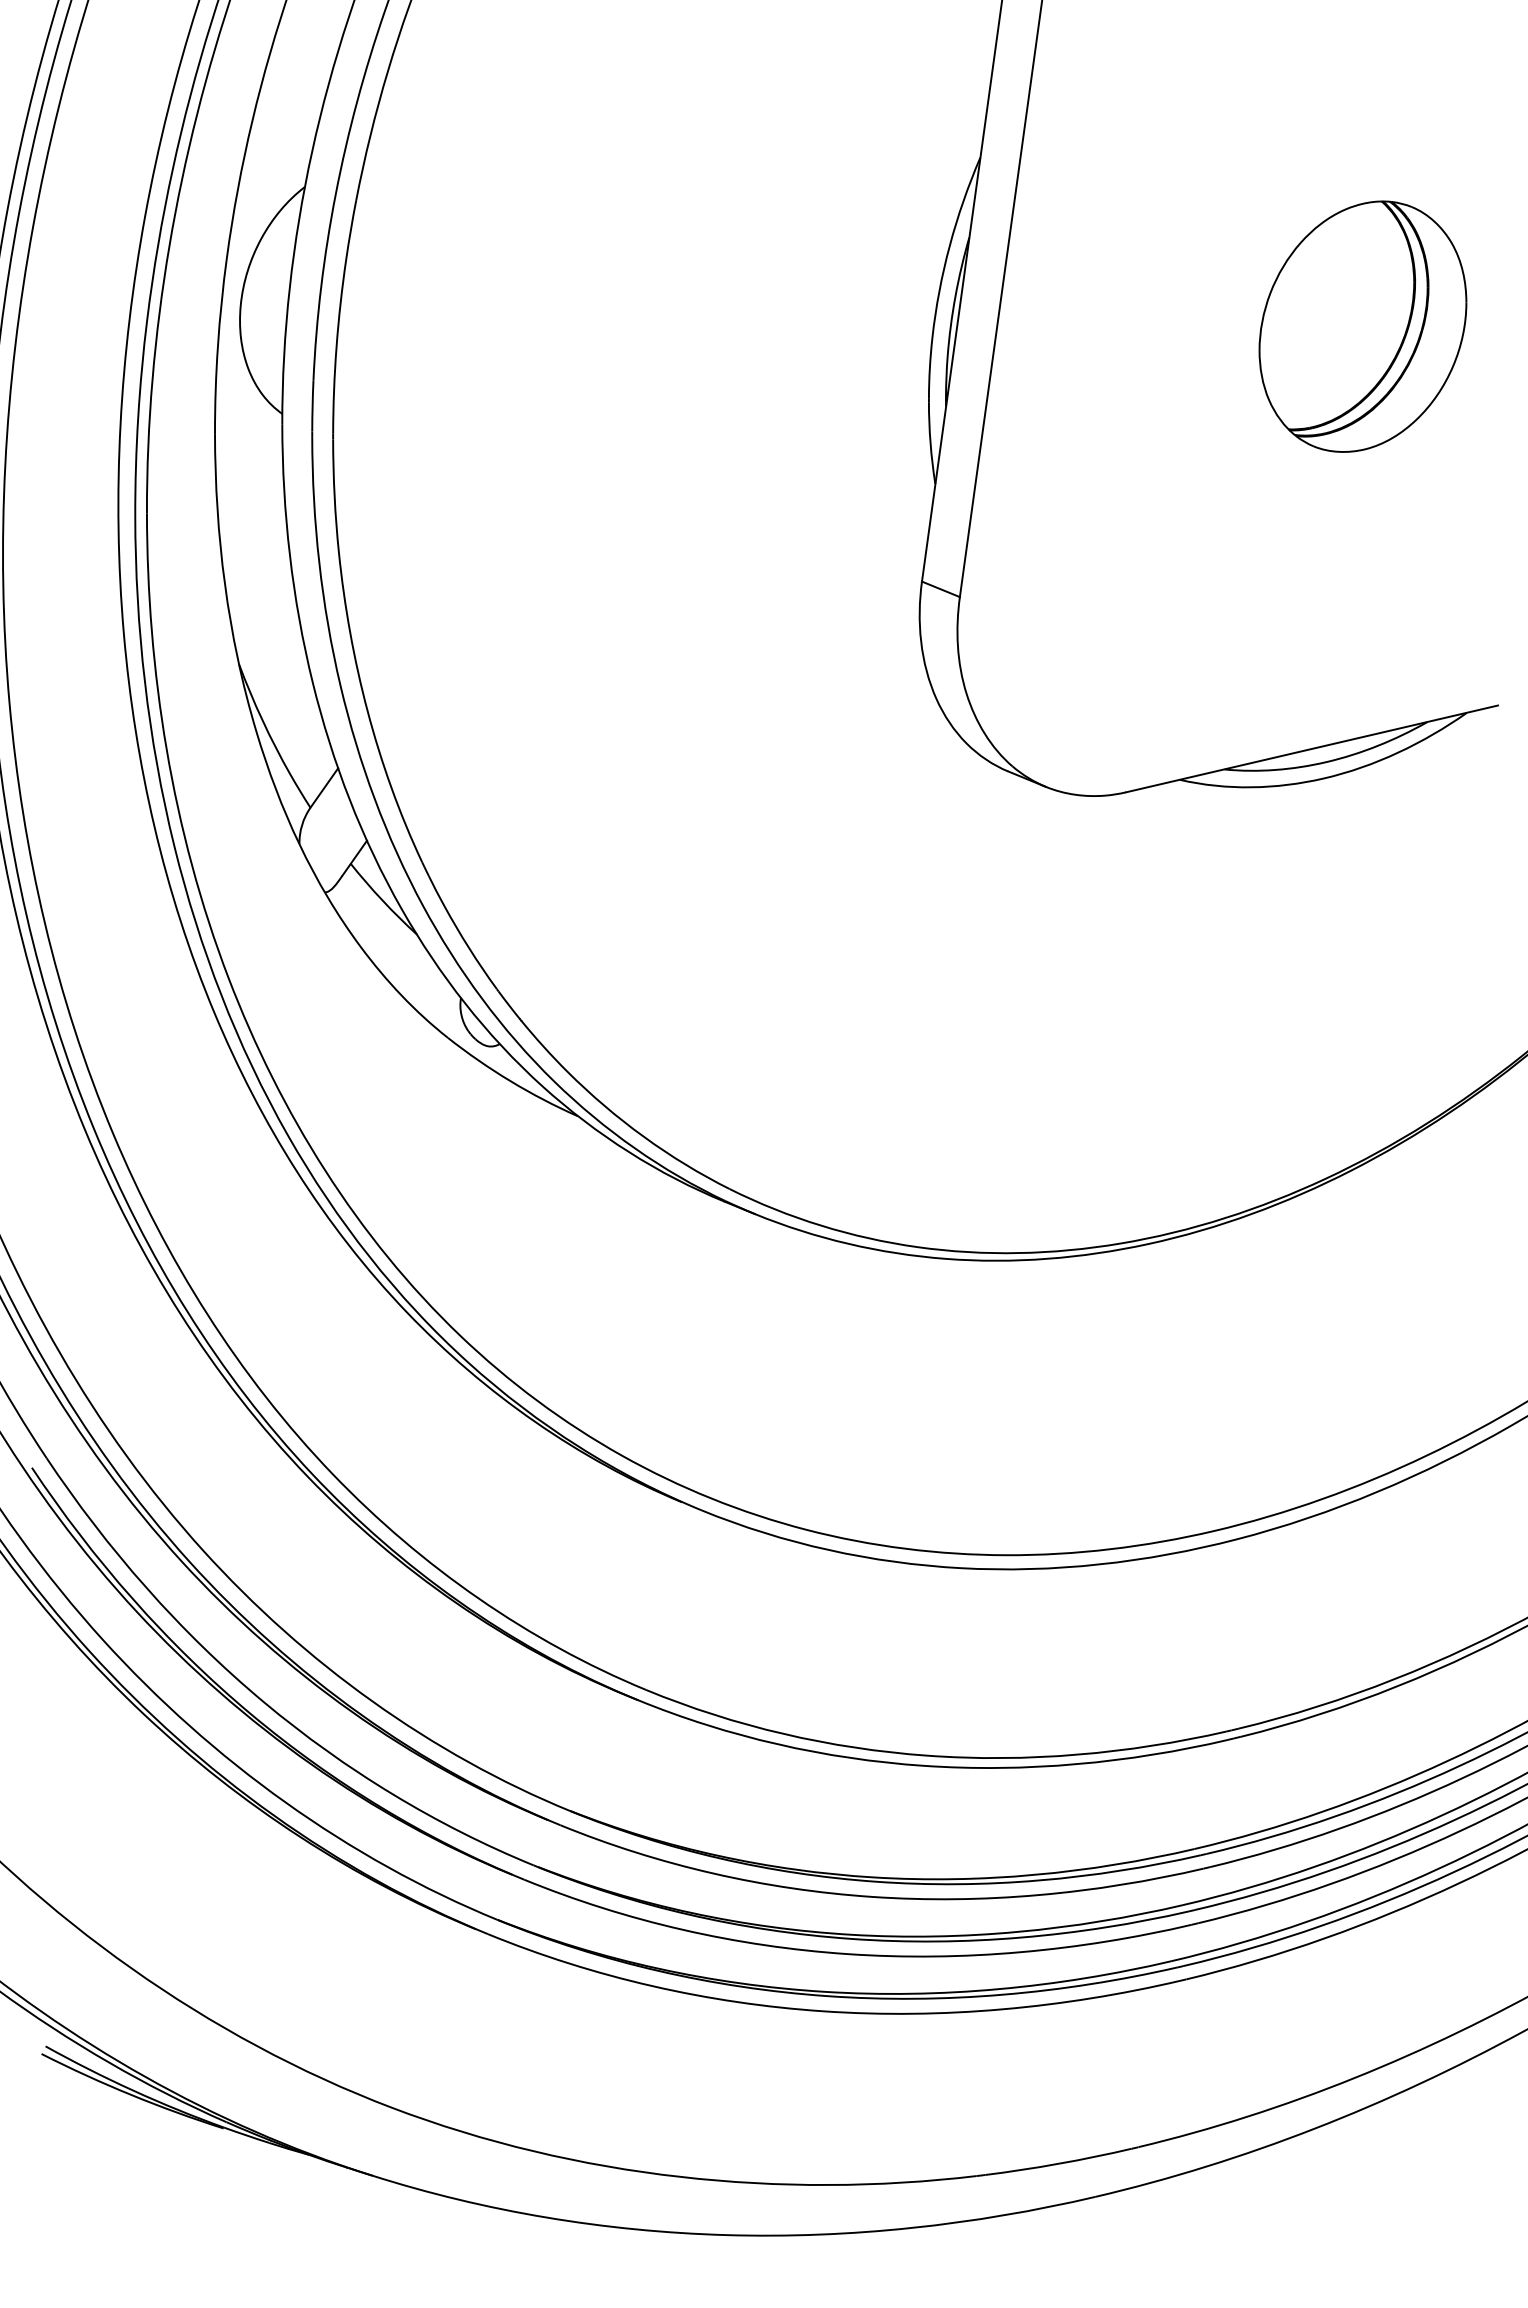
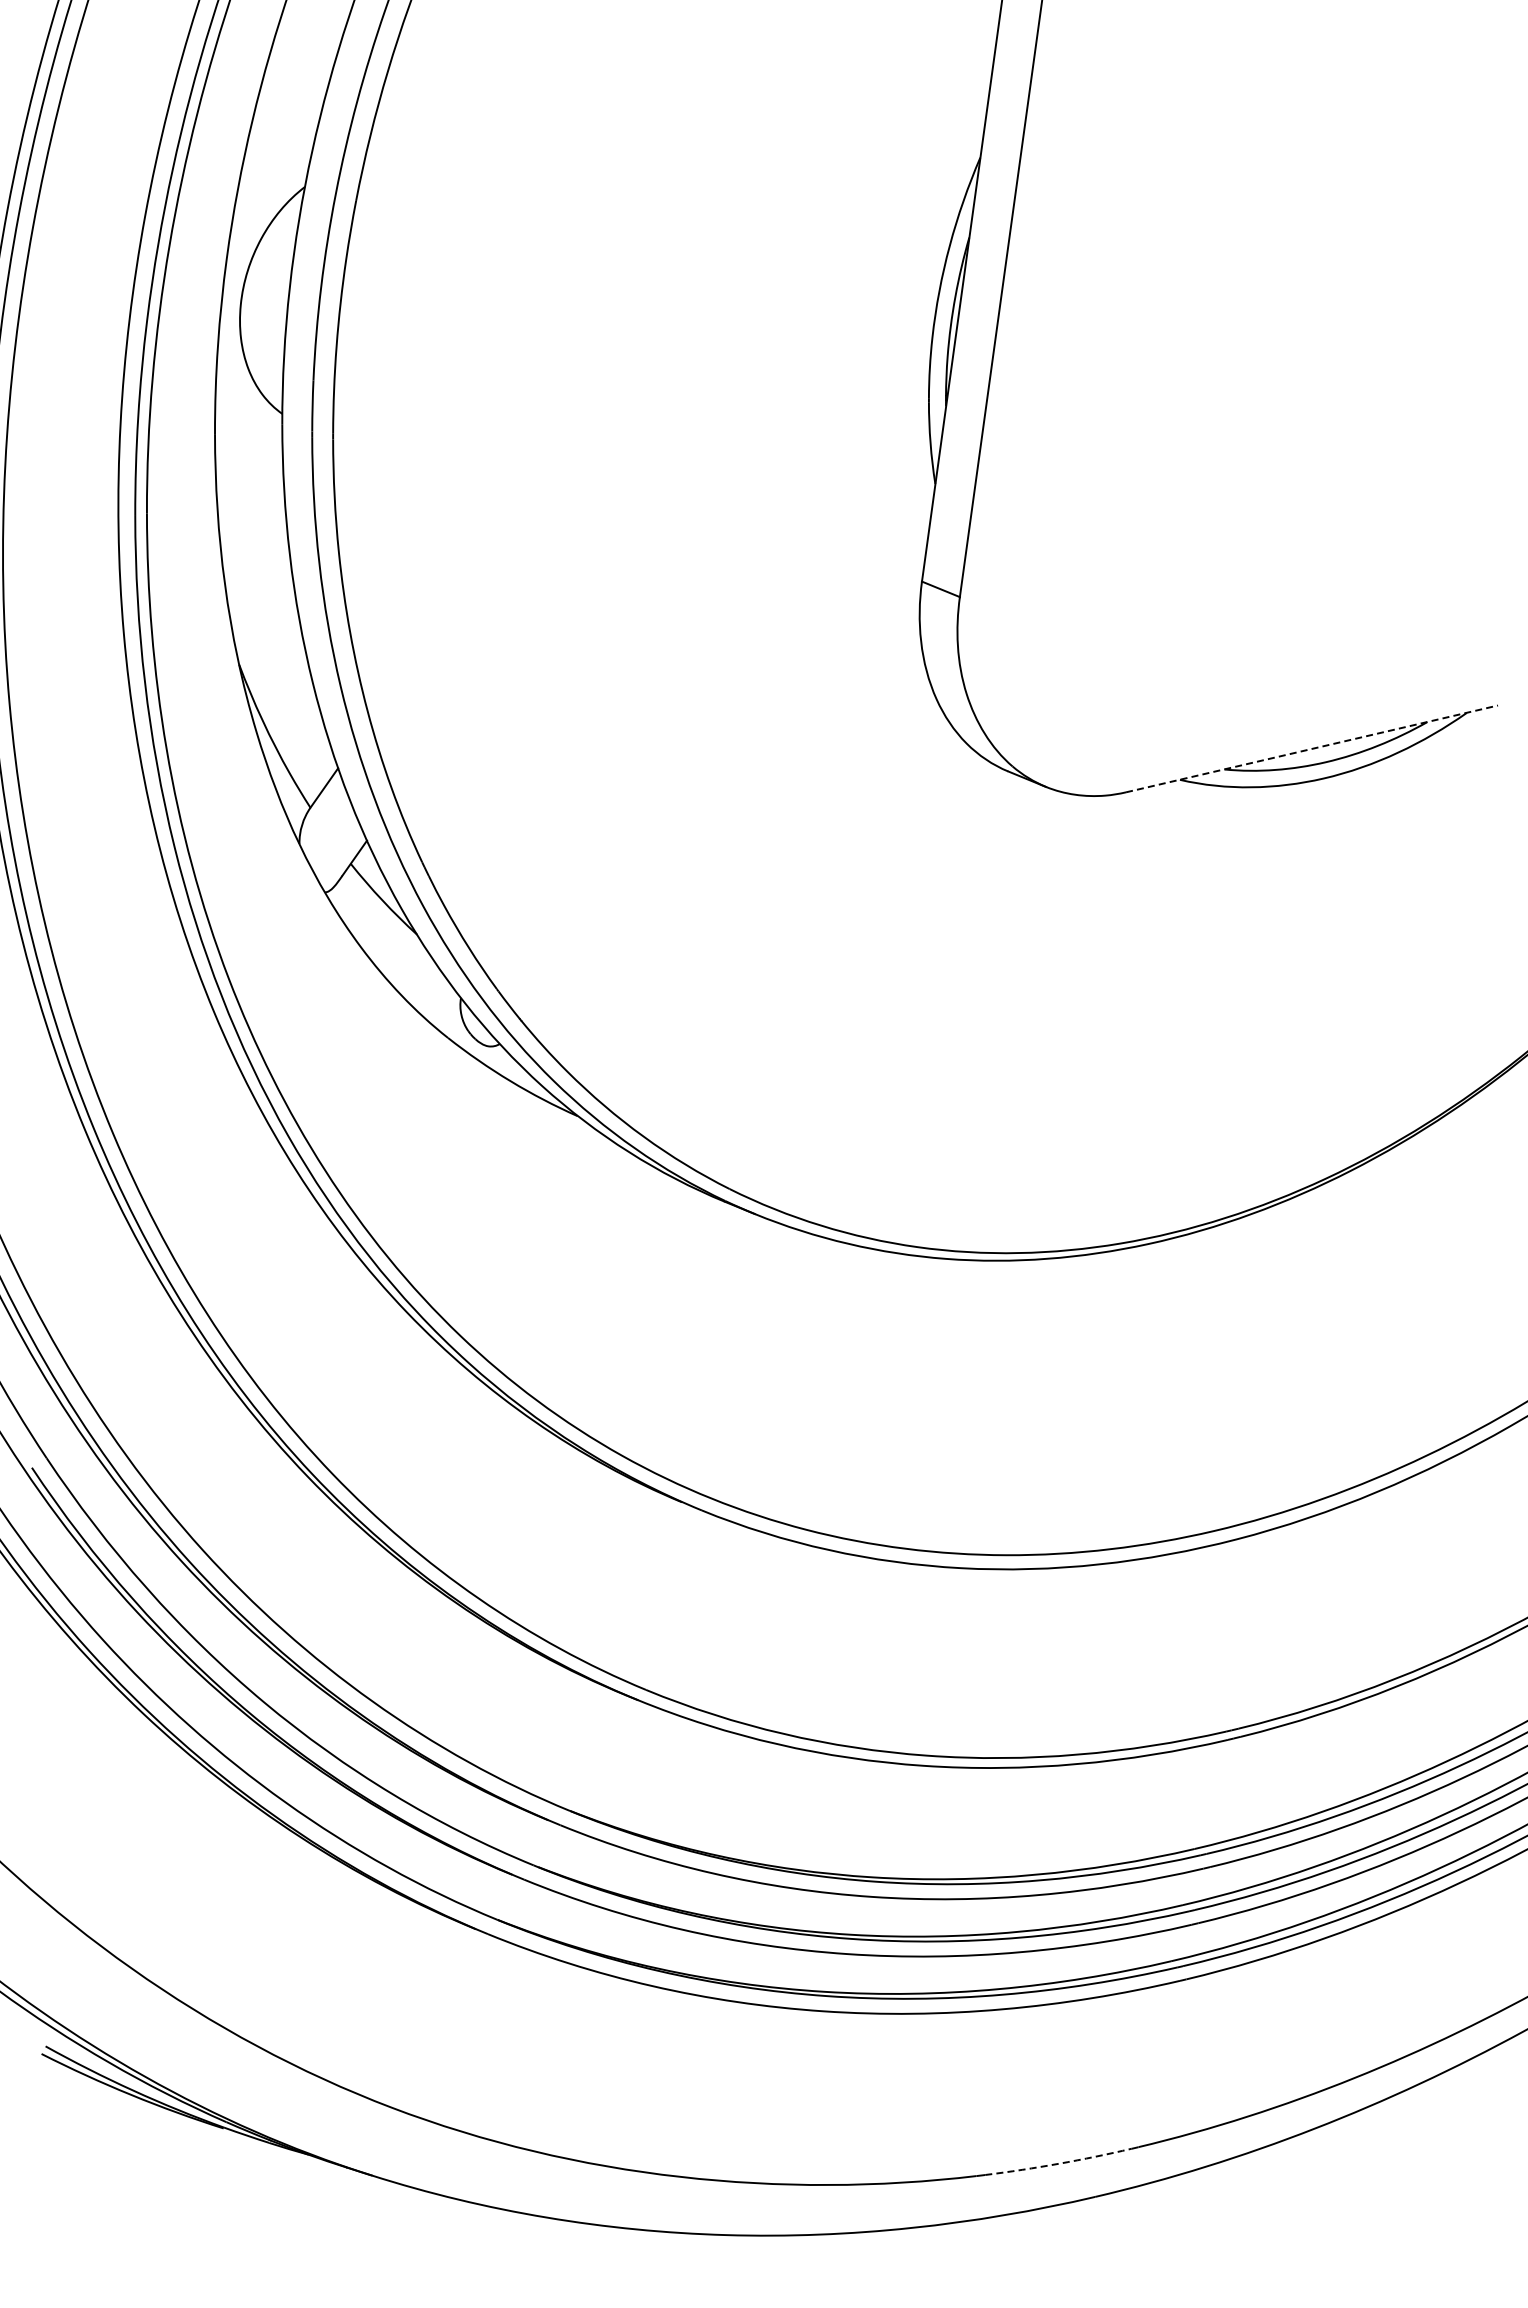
part at (1362, 326): present -> none
line at (1312, 748): solid -> dashed
arc at (1058, 2163): solid -> dashed
